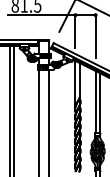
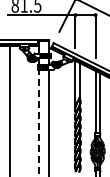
line at (13, 109): present -> none
line at (39, 122): solid -> dashed
